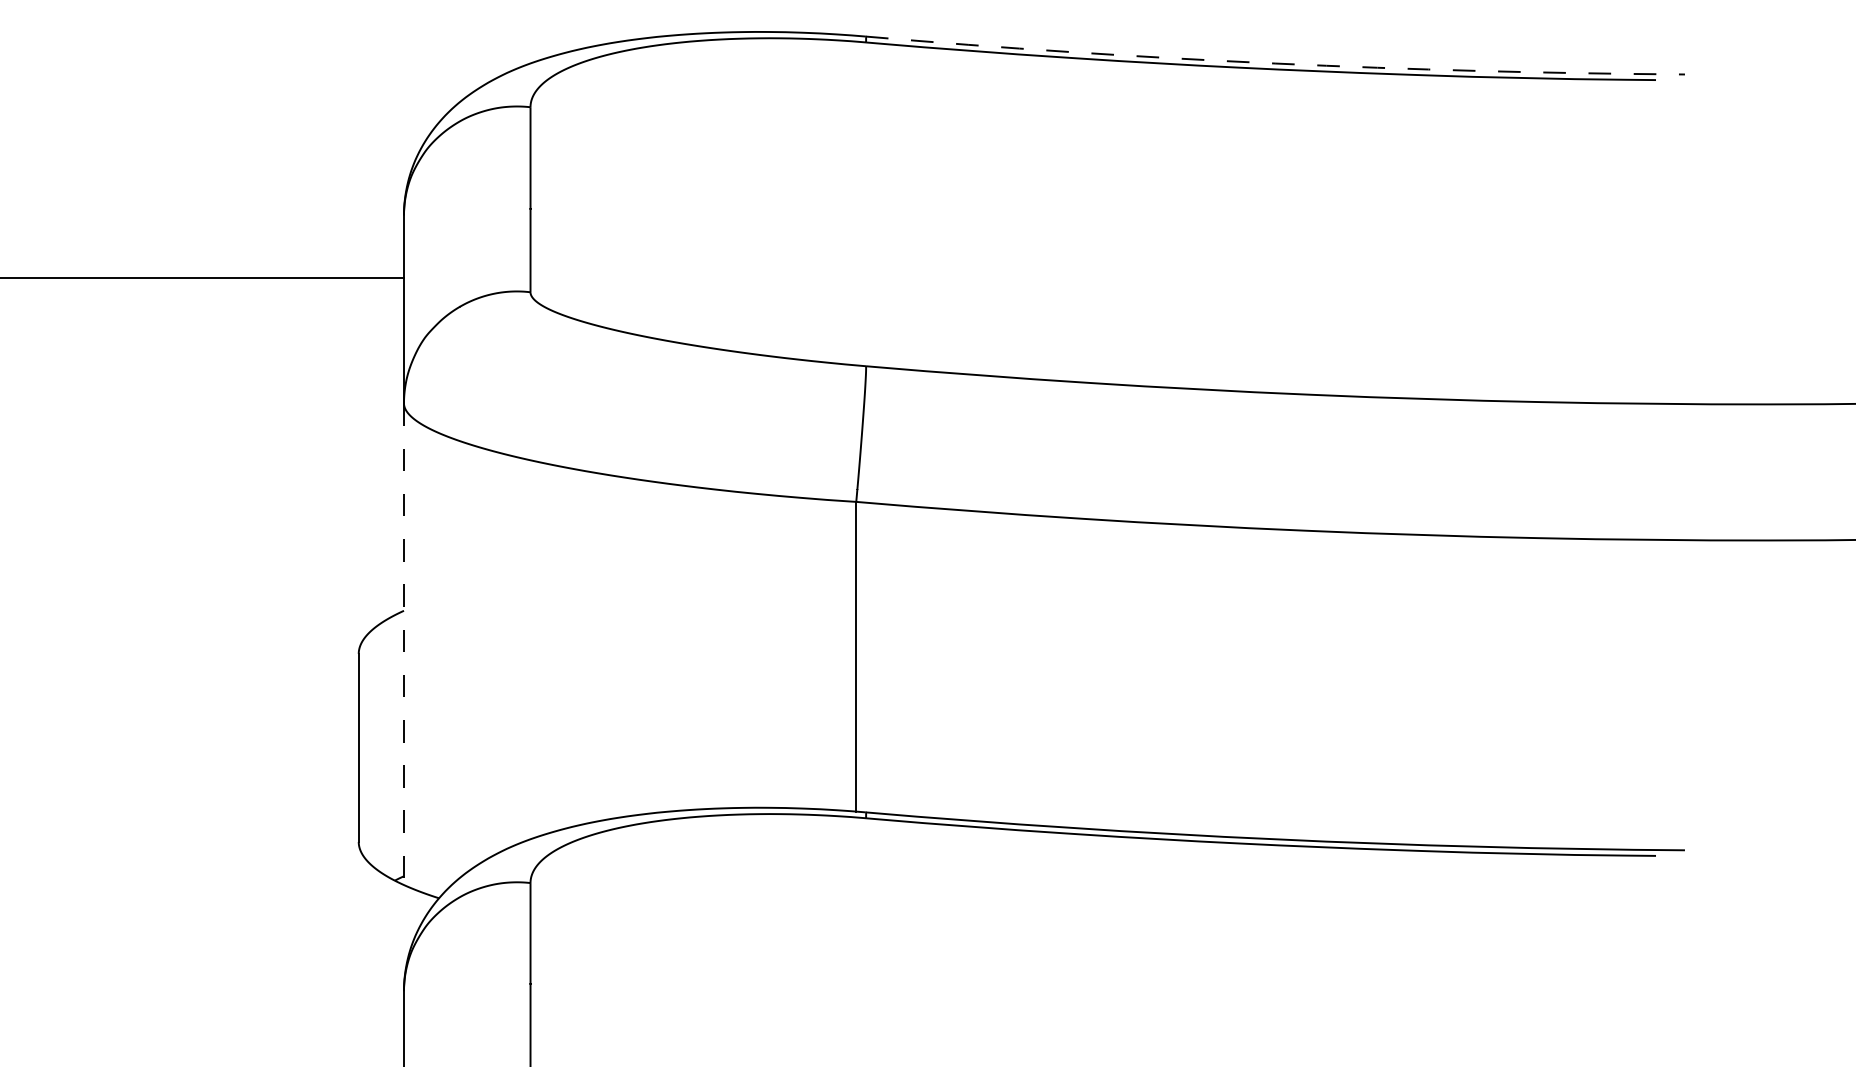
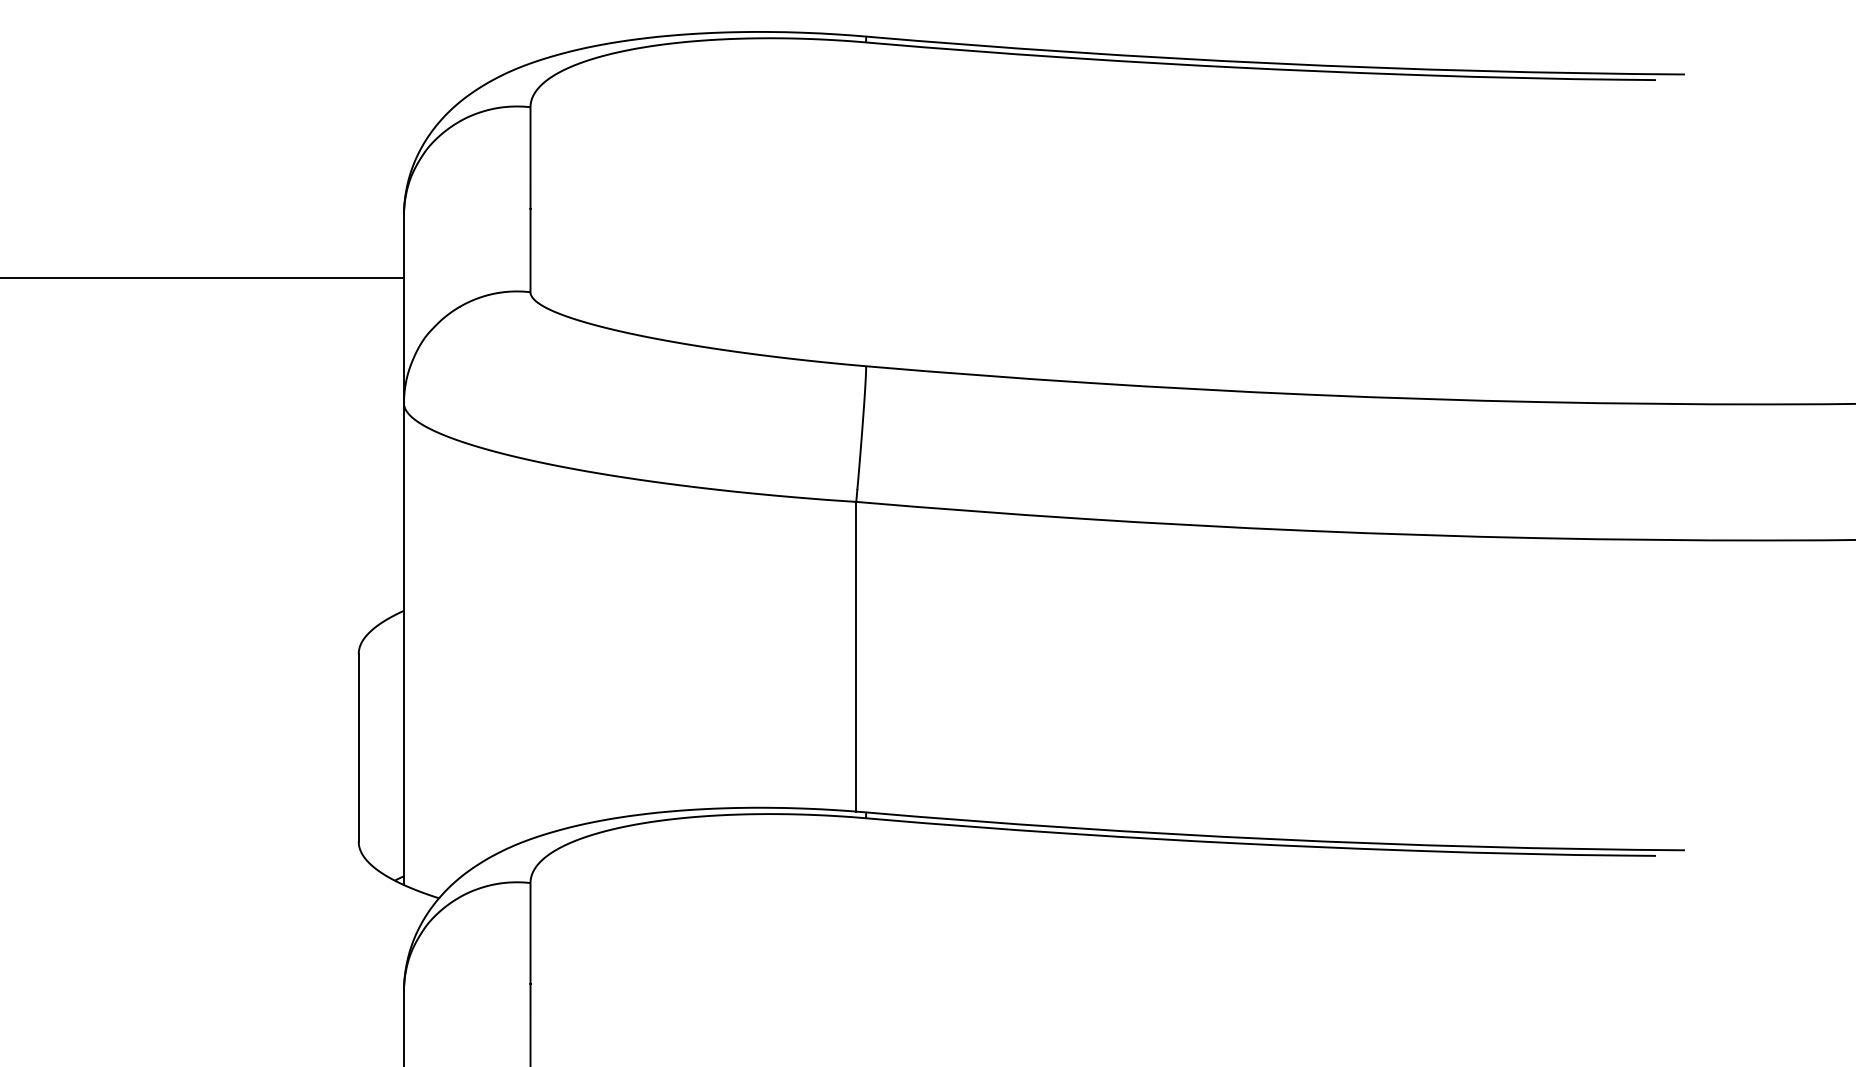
line at (1275, 63): dashed -> solid
line at (403, 644): dashed -> solid
